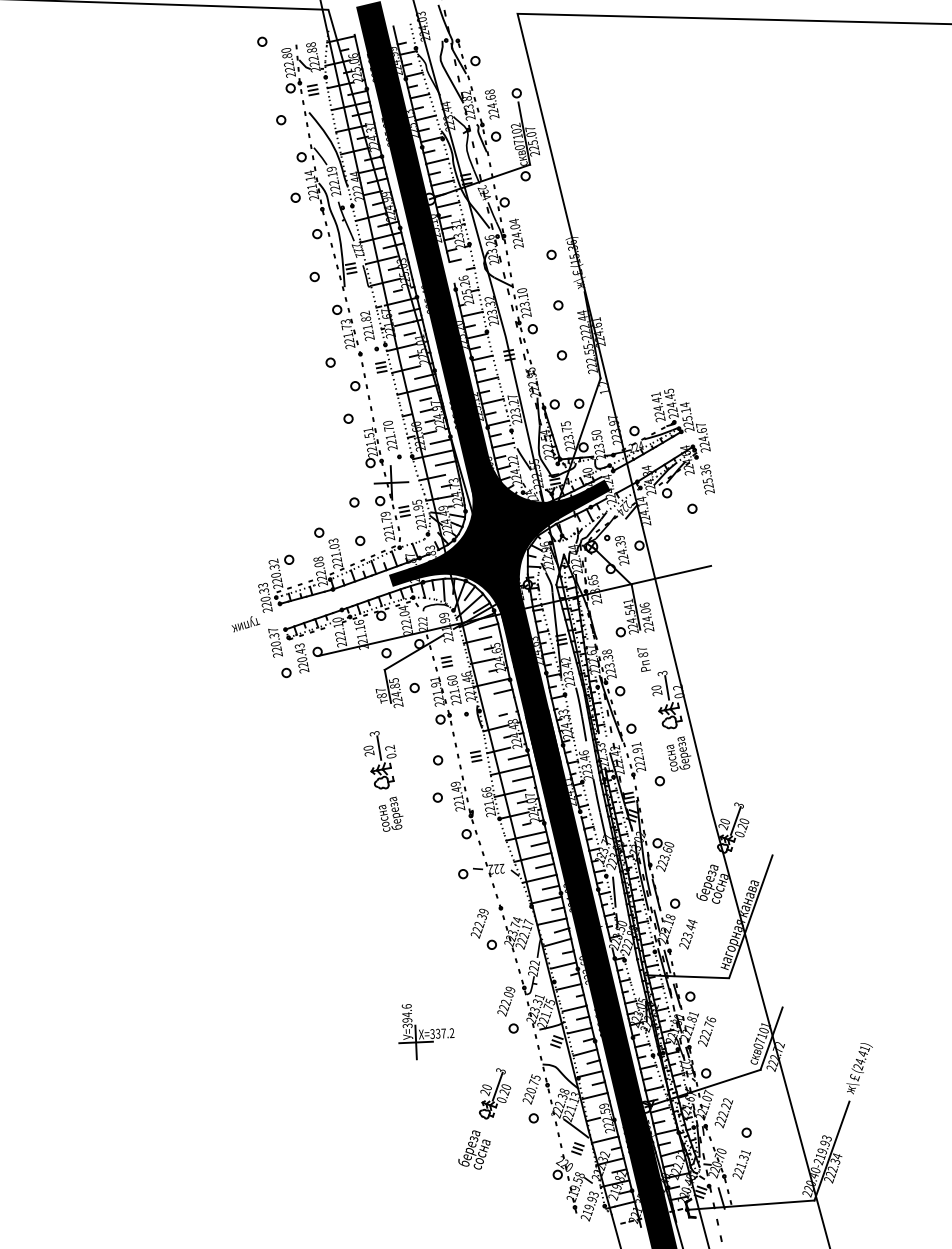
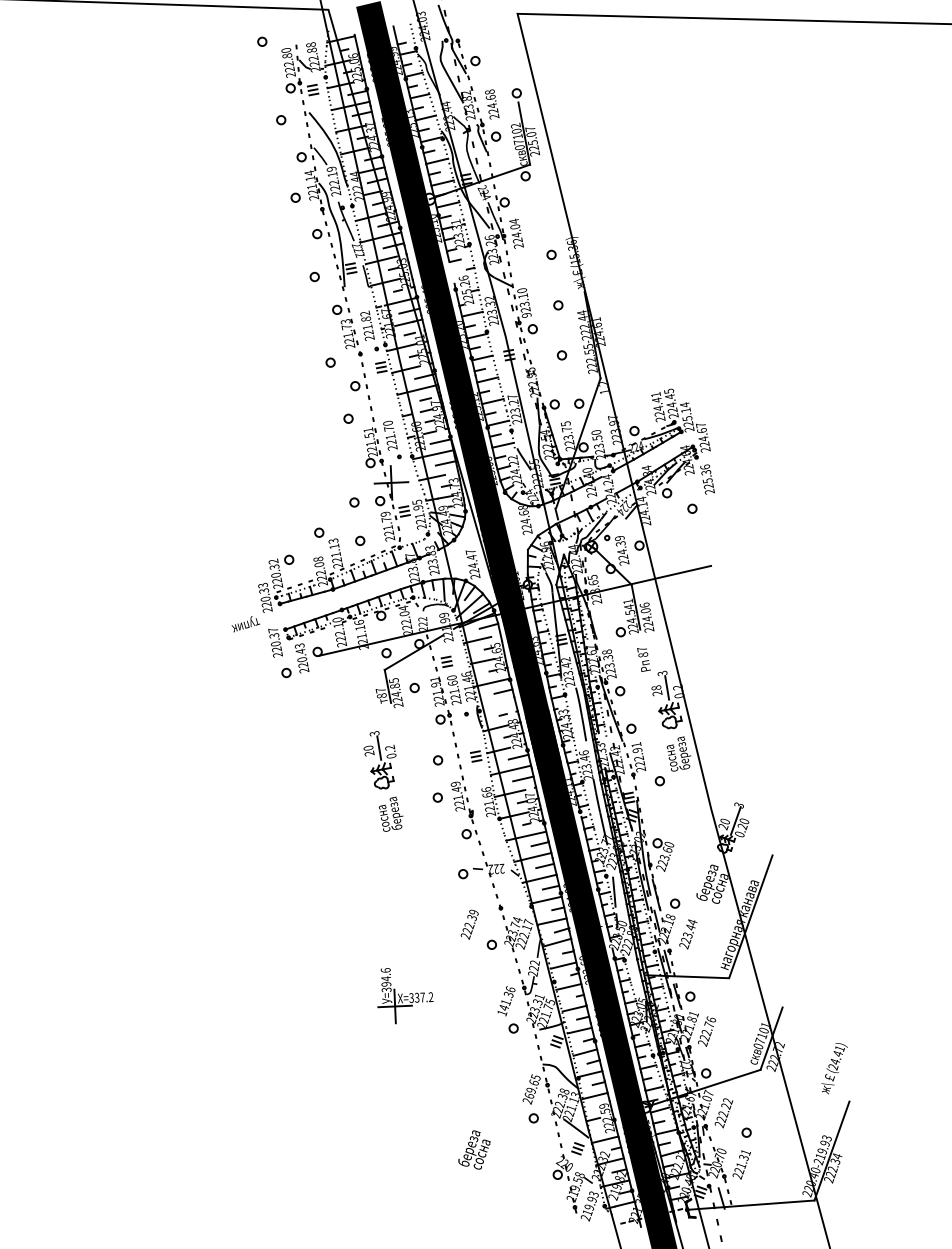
text at (526, 315): 223.10 -> 923.10
fill at (499, 521): present -> none
text at (334, 545): 221.03 -> 221.13
text at (656, 687): 20 -> 28
text at (479, 923) position: (479, 923) -> (469, 924)
text at (506, 1001): 222.09 -> 141.36
part at (426, 1032) position: (426, 1032) -> (405, 996)
text at (859, 1068) position: (859, 1068) -> (834, 1068)
text at (531, 1089): 220.75 -> 269.65
part at (495, 1093): present -> none
